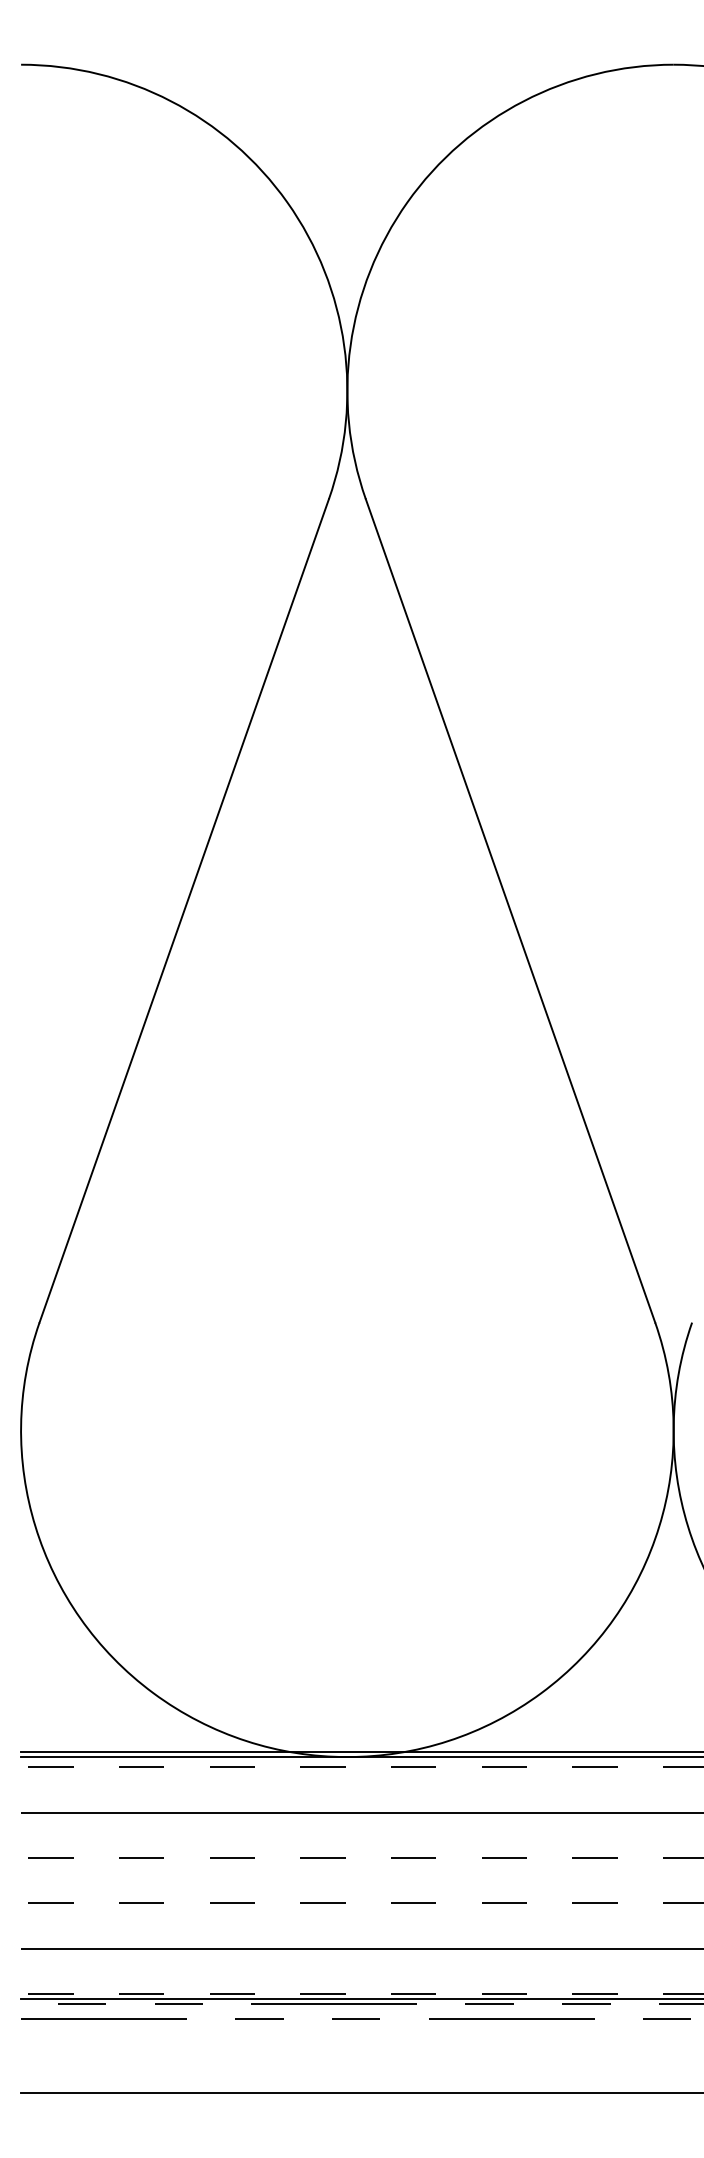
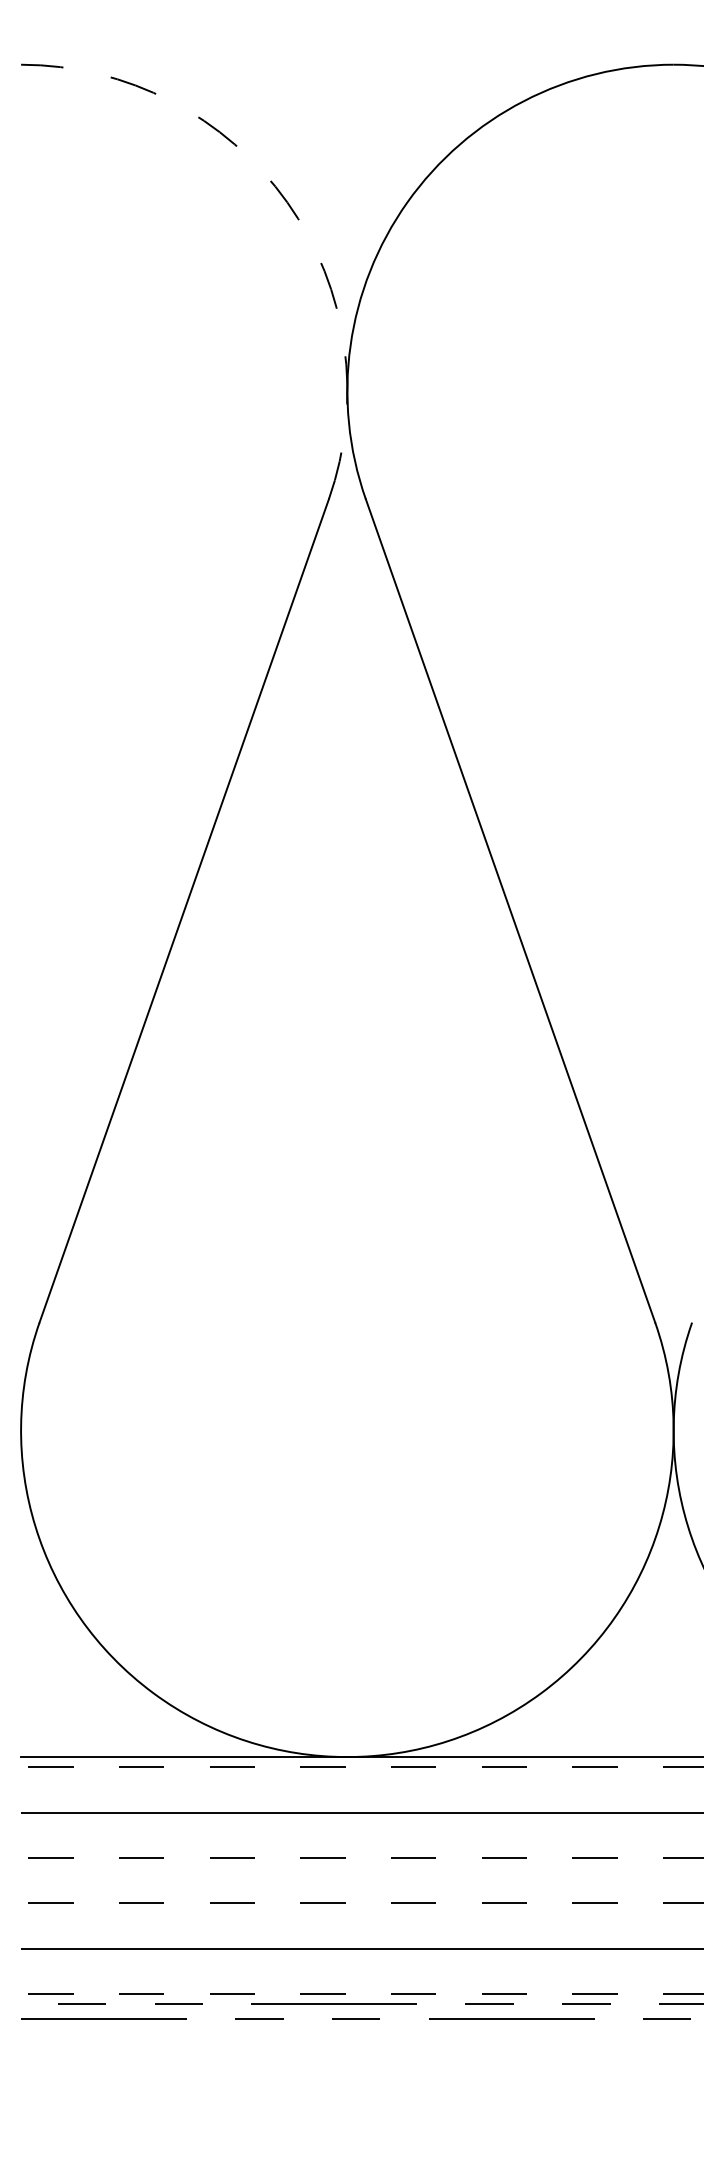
arc at (287, 202): solid -> dashed
line at (360, 1752): present -> none
line at (360, 1998): present -> none
line at (360, 2093): present -> none
